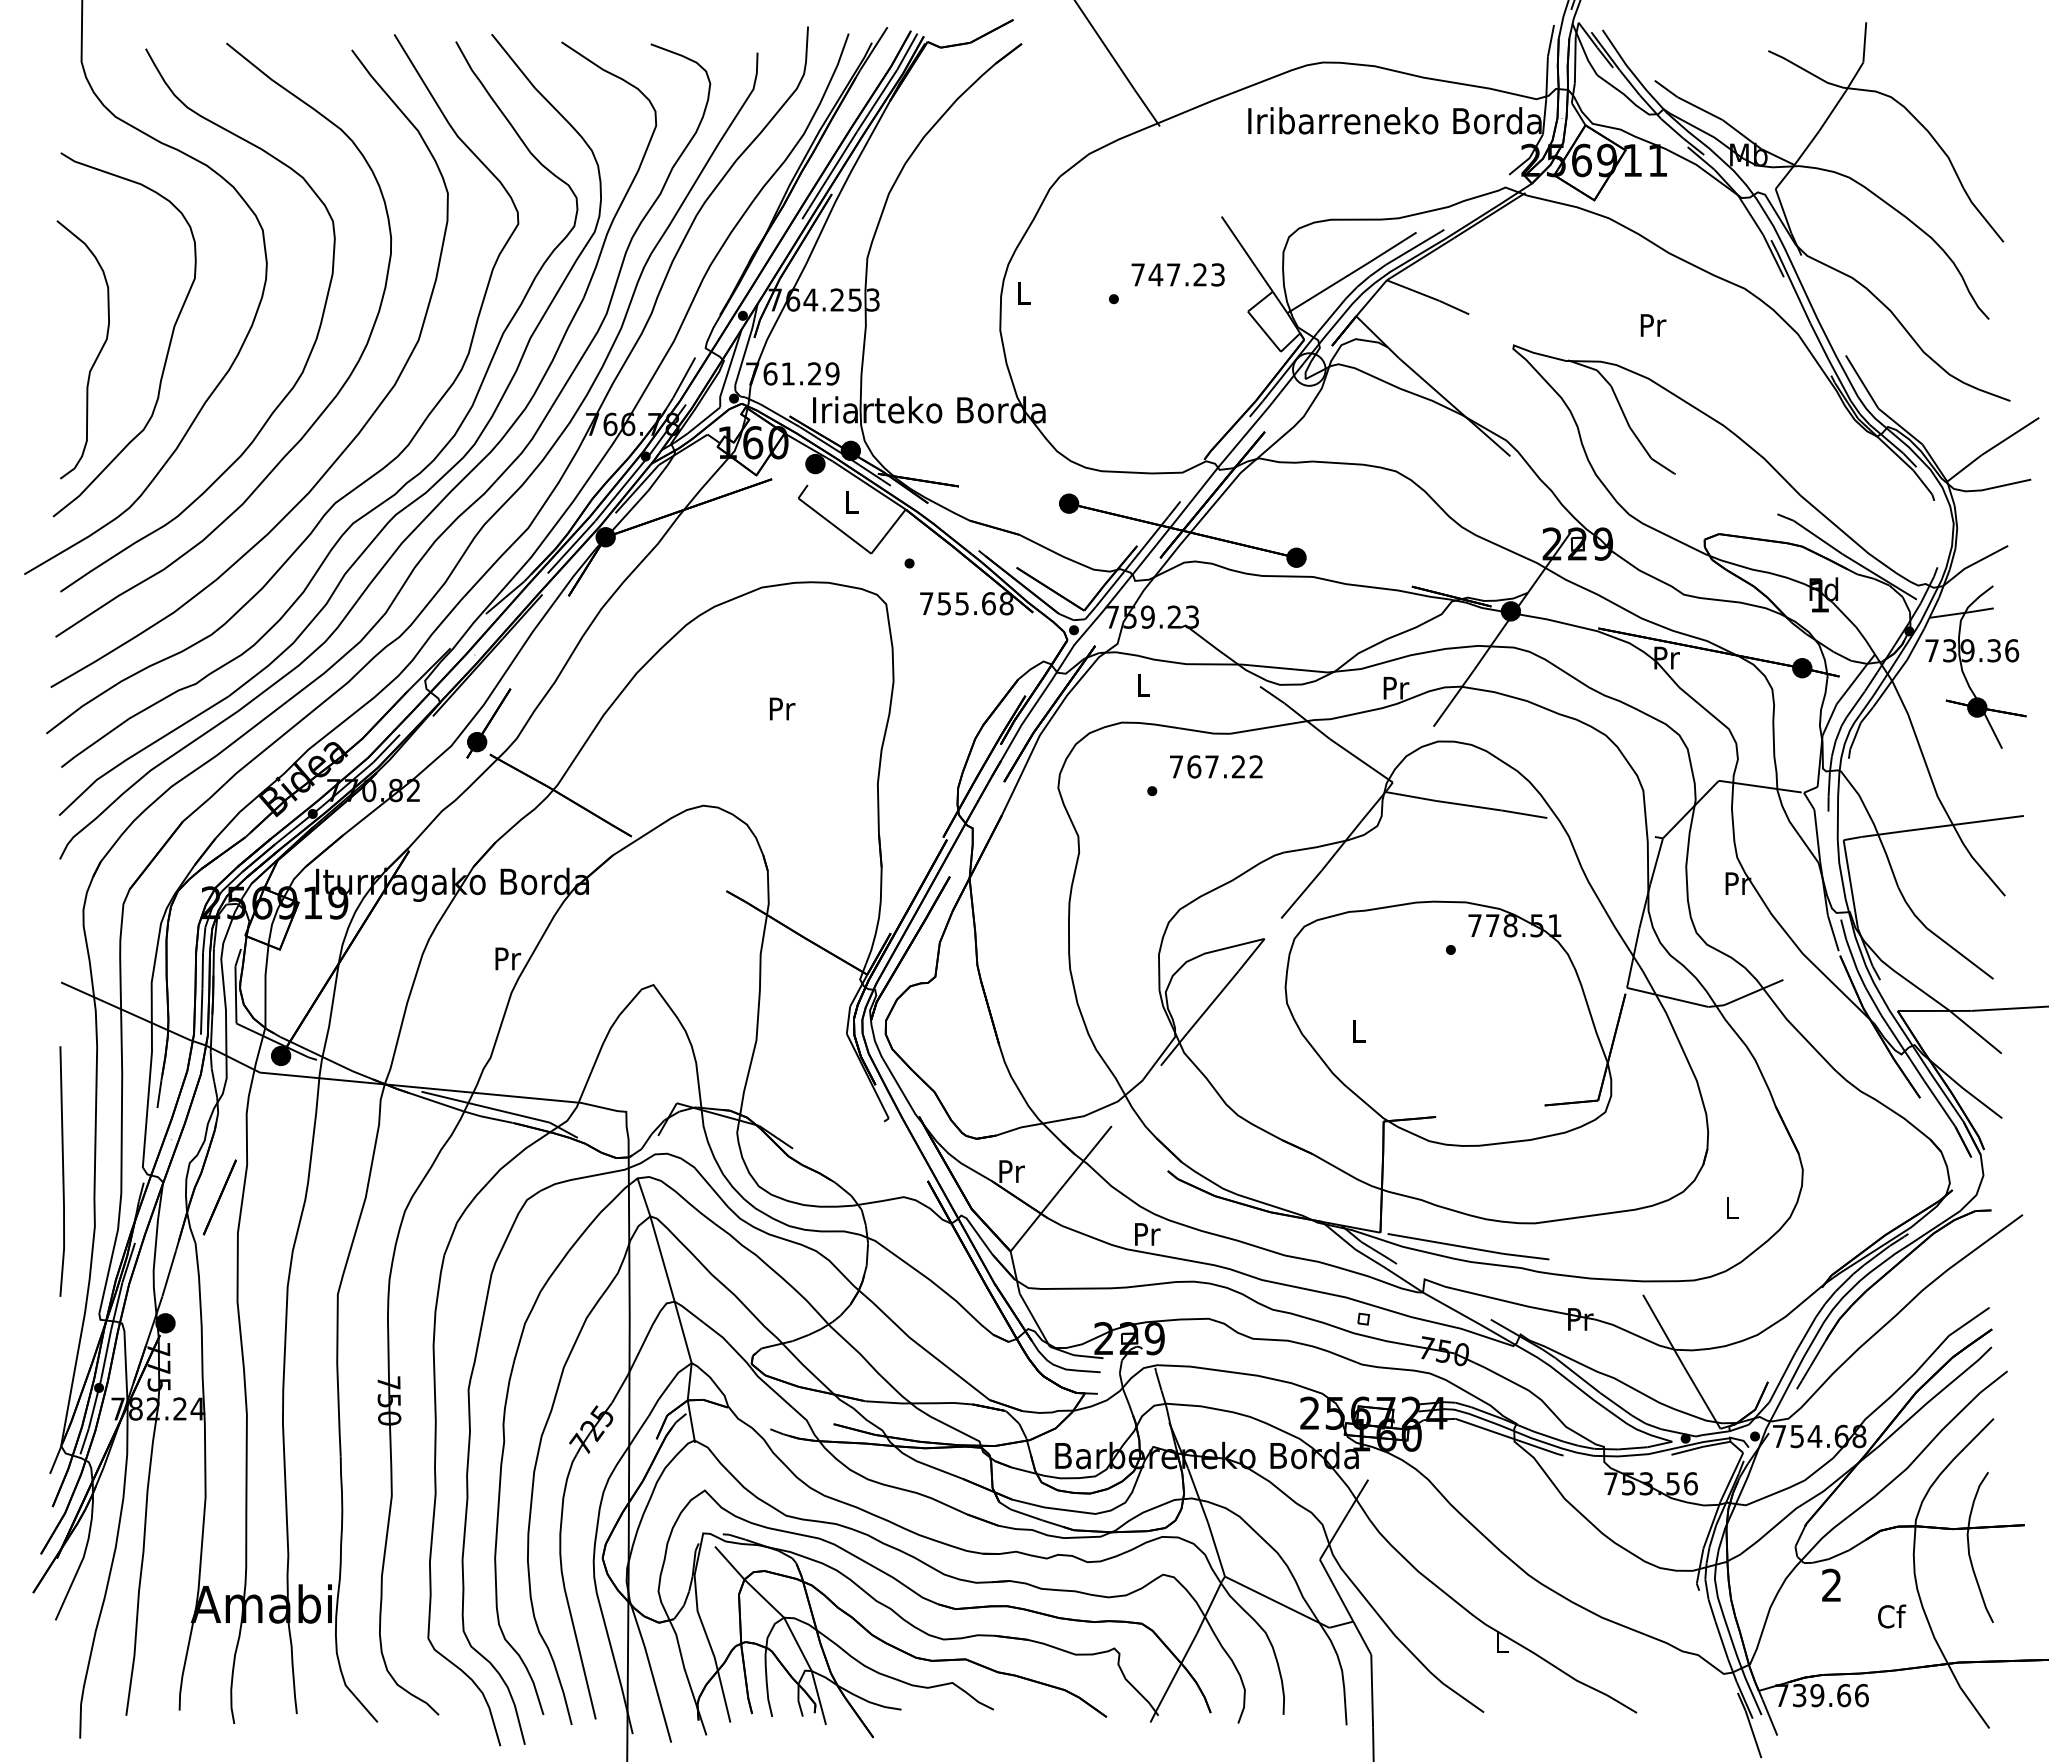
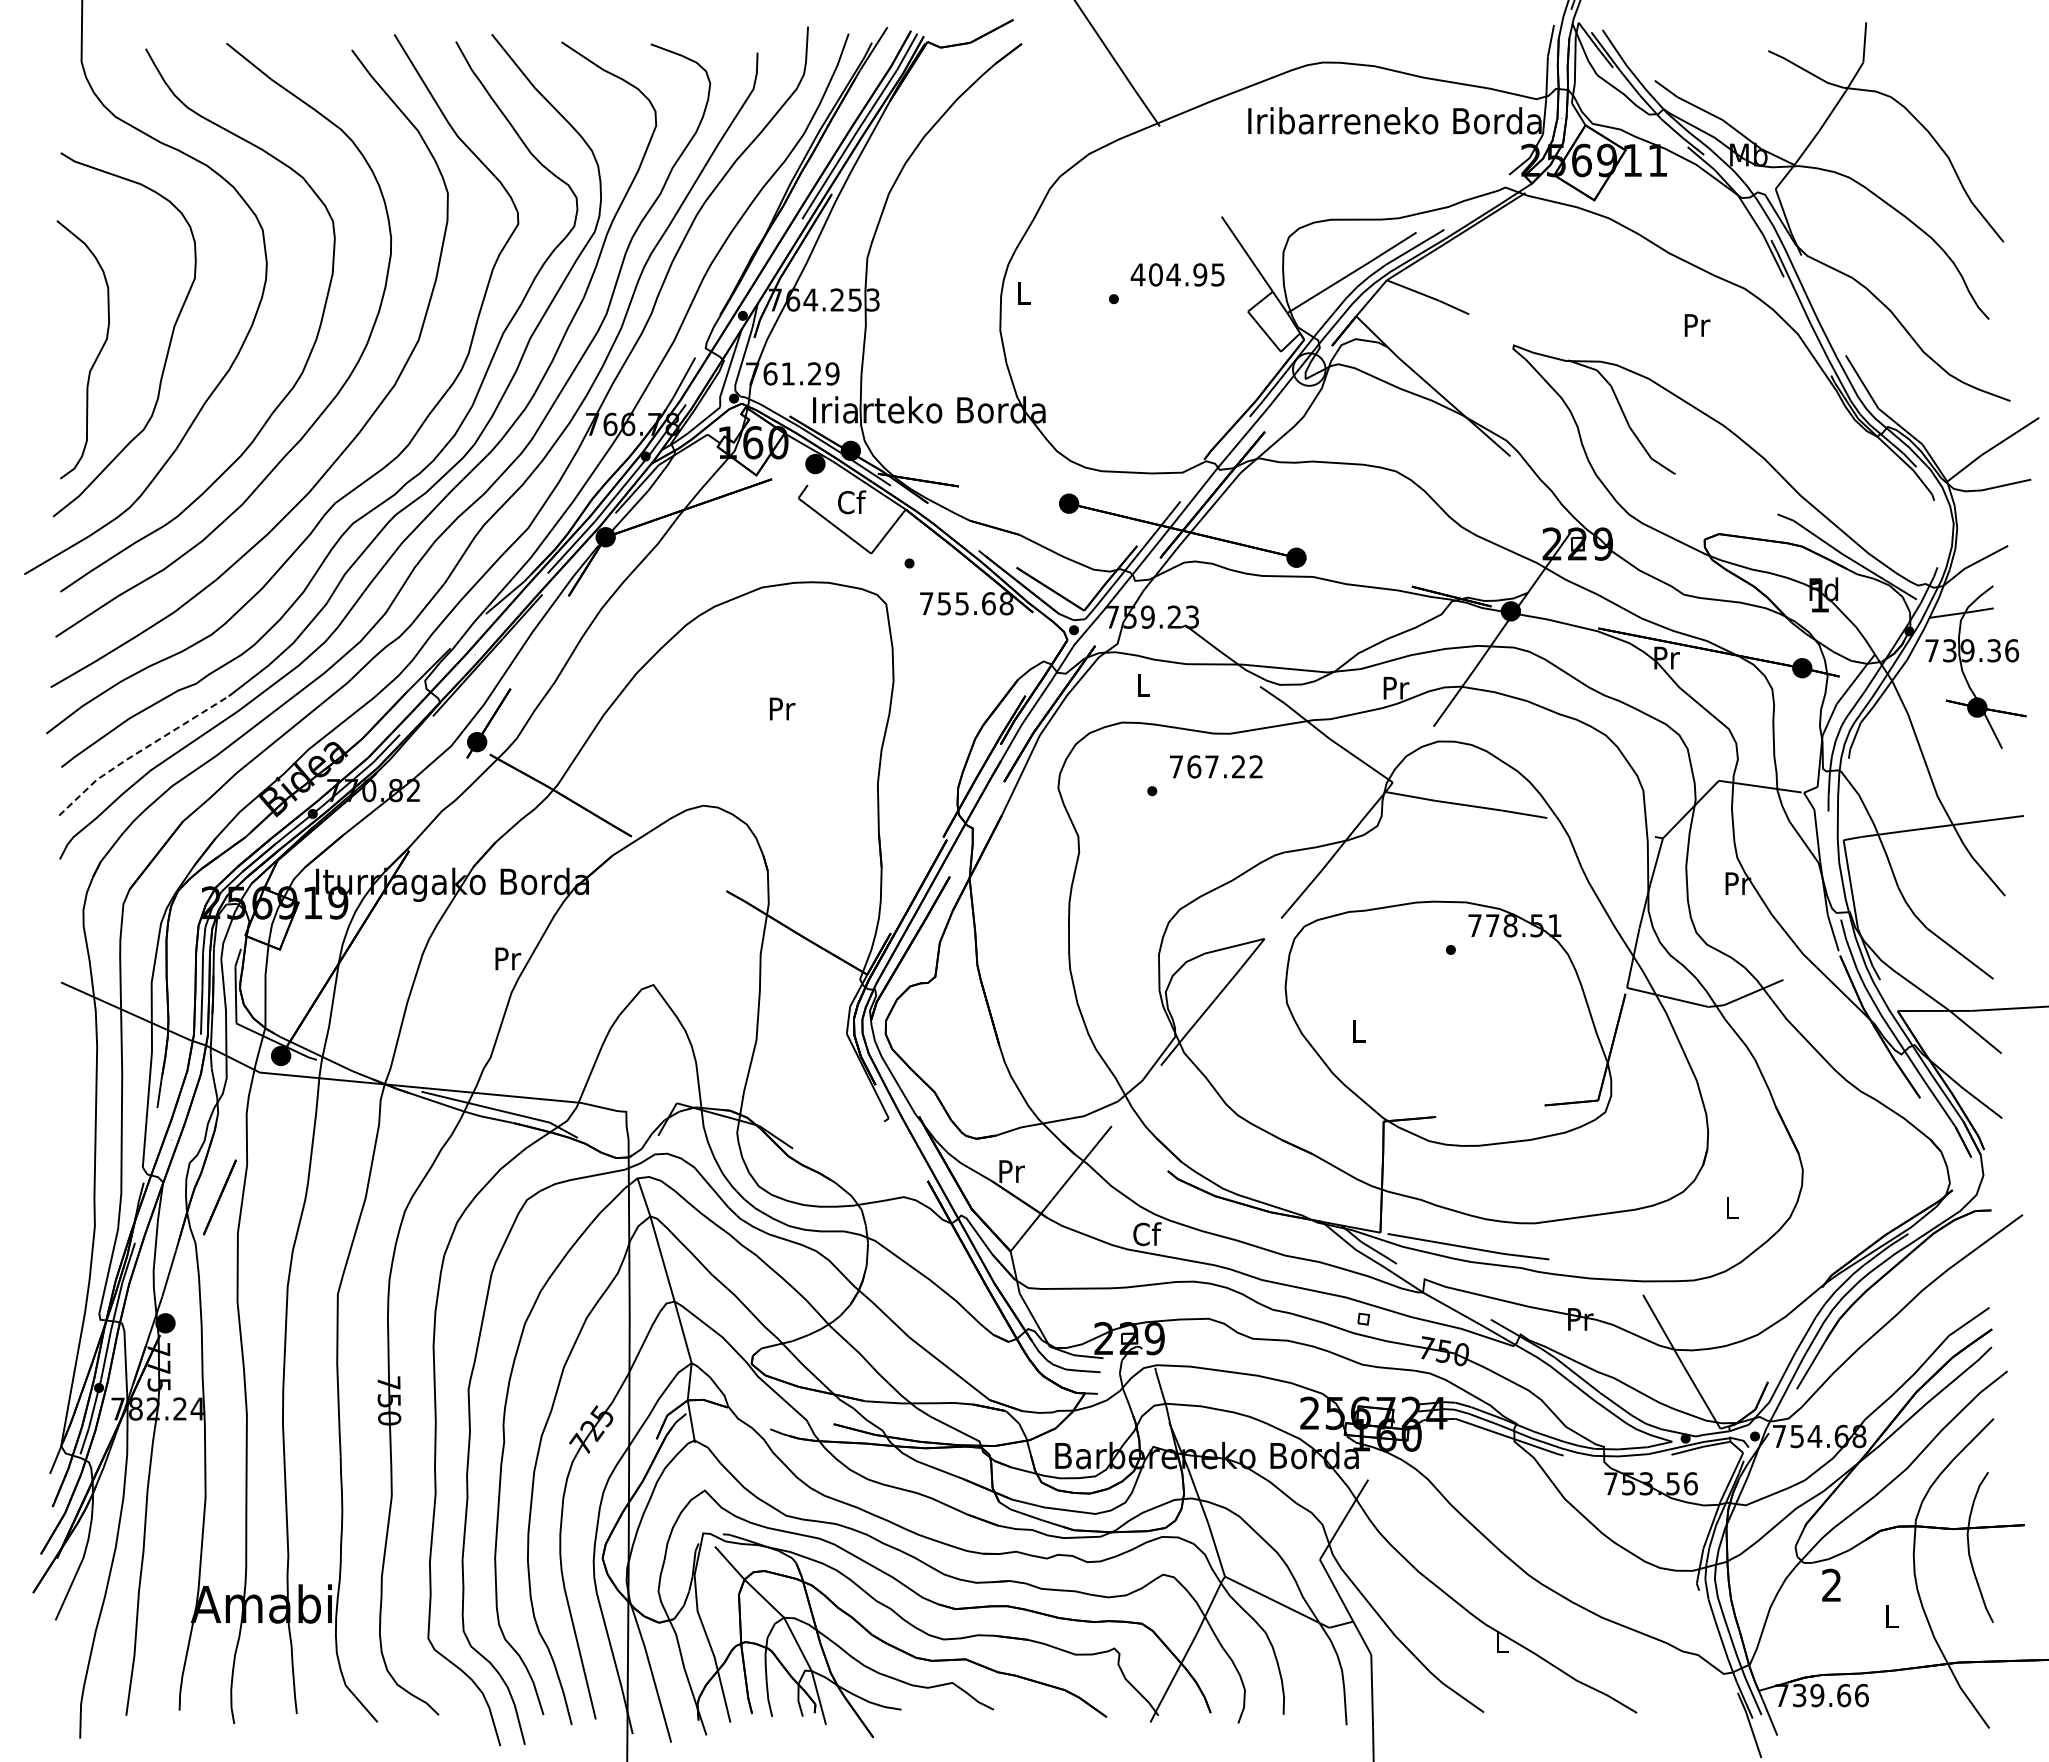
text at (1177, 274): 747.23 -> 404.95
text at (1653, 325) position: (1653, 325) -> (1697, 325)
text at (852, 502): L -> Cf
line at (139, 751): solid -> dashed
line at (62, 1171): present -> none
text at (1147, 1234): Pr -> Cf
text at (1892, 1616): Cf -> L
